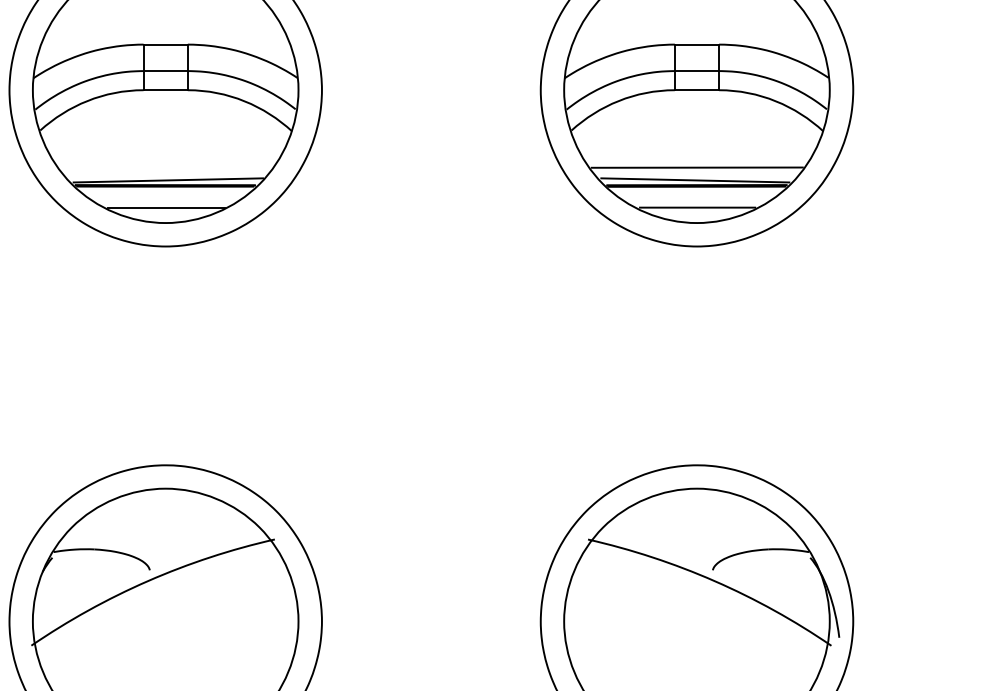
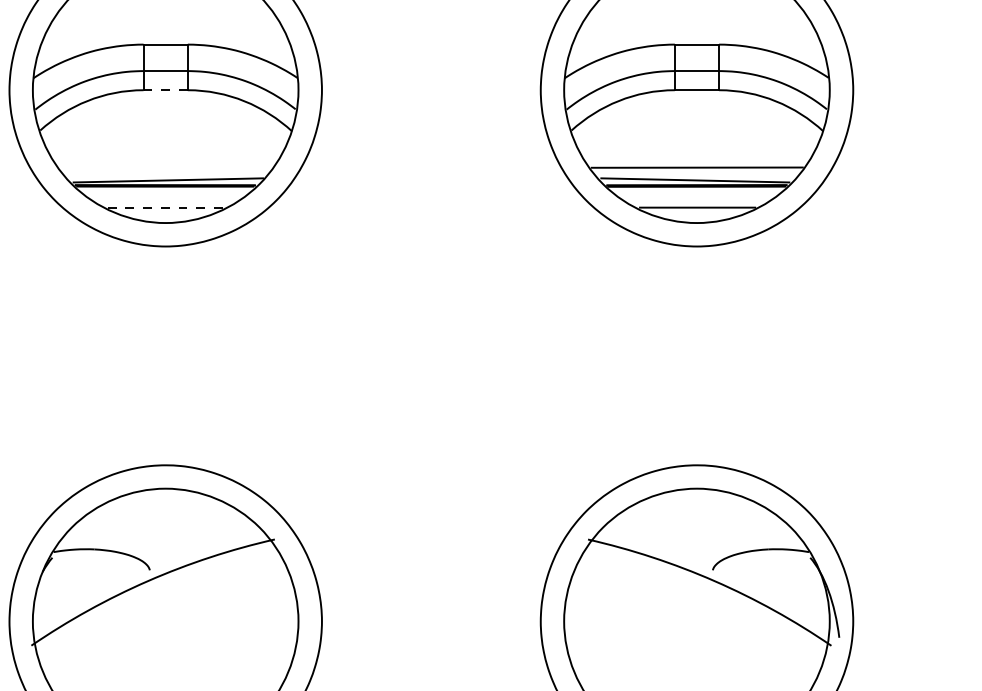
line at (165, 90): solid -> dashed
line at (166, 207): solid -> dashed
